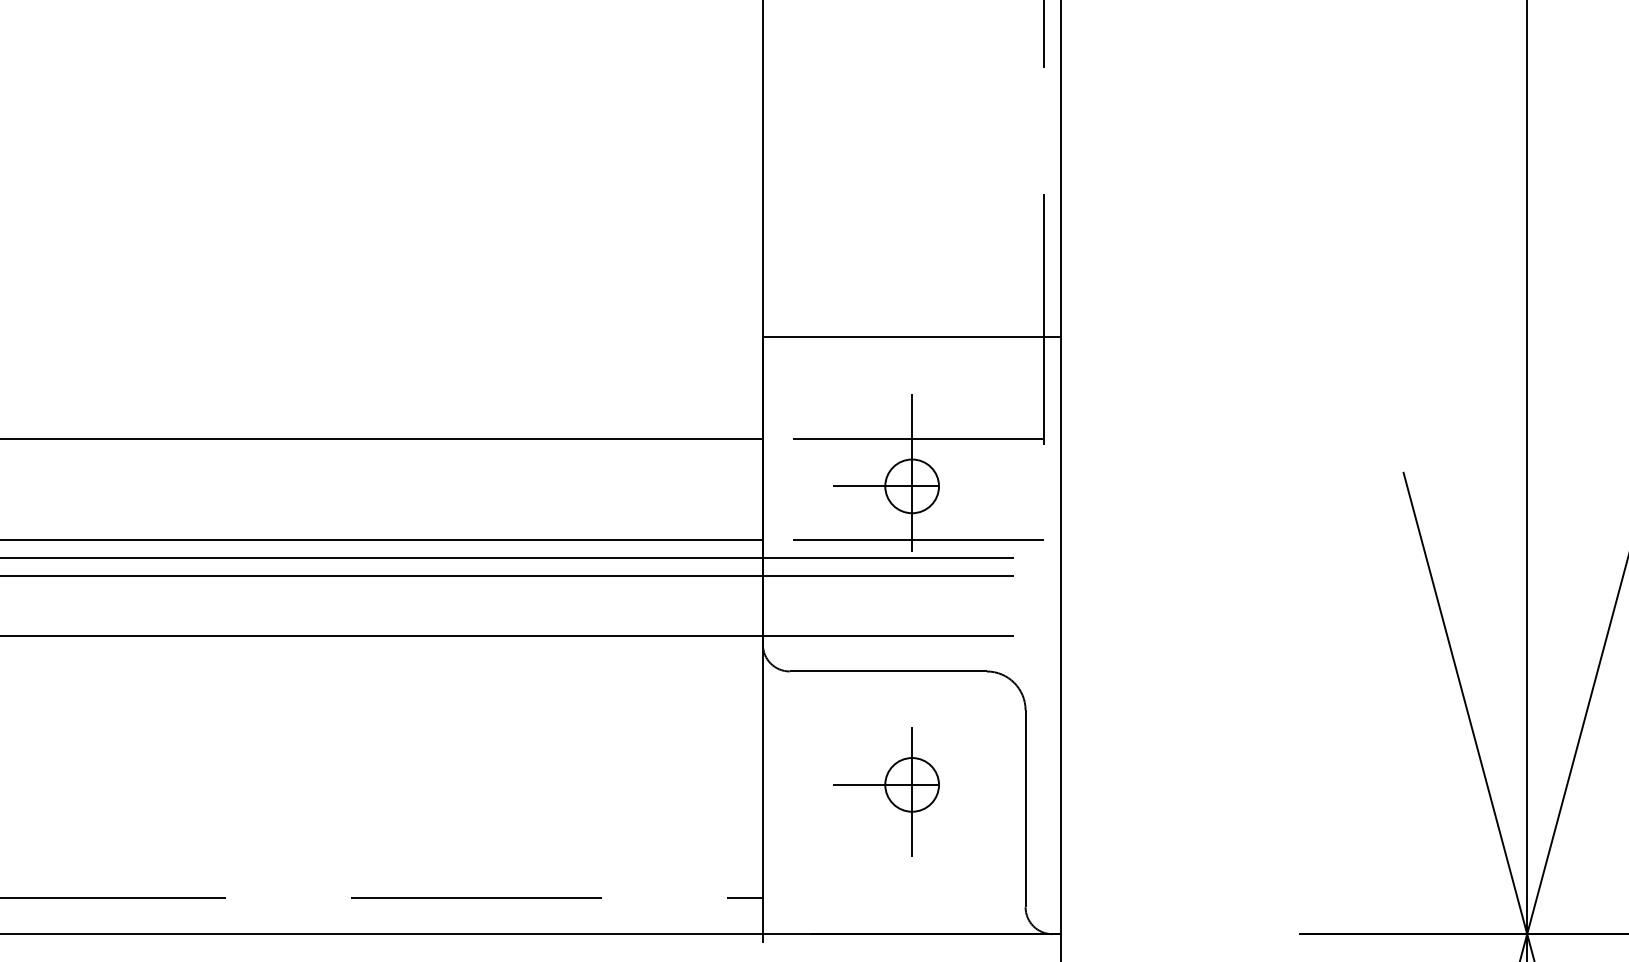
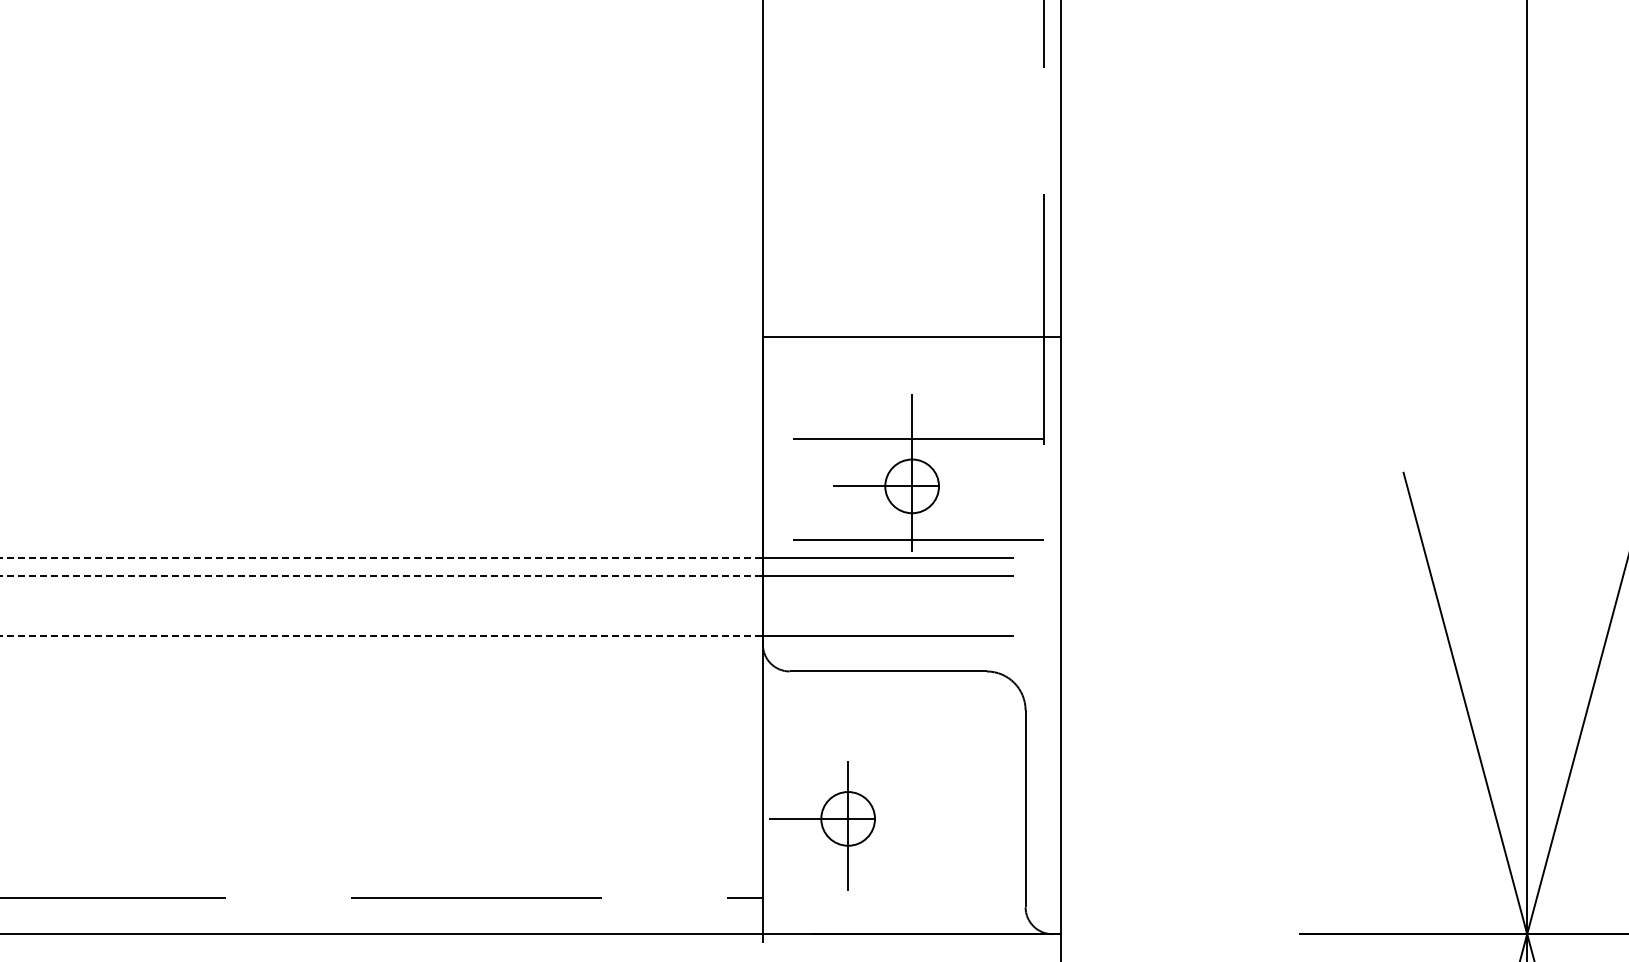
line at (382, 438): present -> none
line at (382, 540): present -> none
line at (381, 558): solid -> dashed
line at (381, 575): solid -> dashed
line at (381, 635): solid -> dashed
part at (886, 791) position: (886, 791) -> (822, 825)
